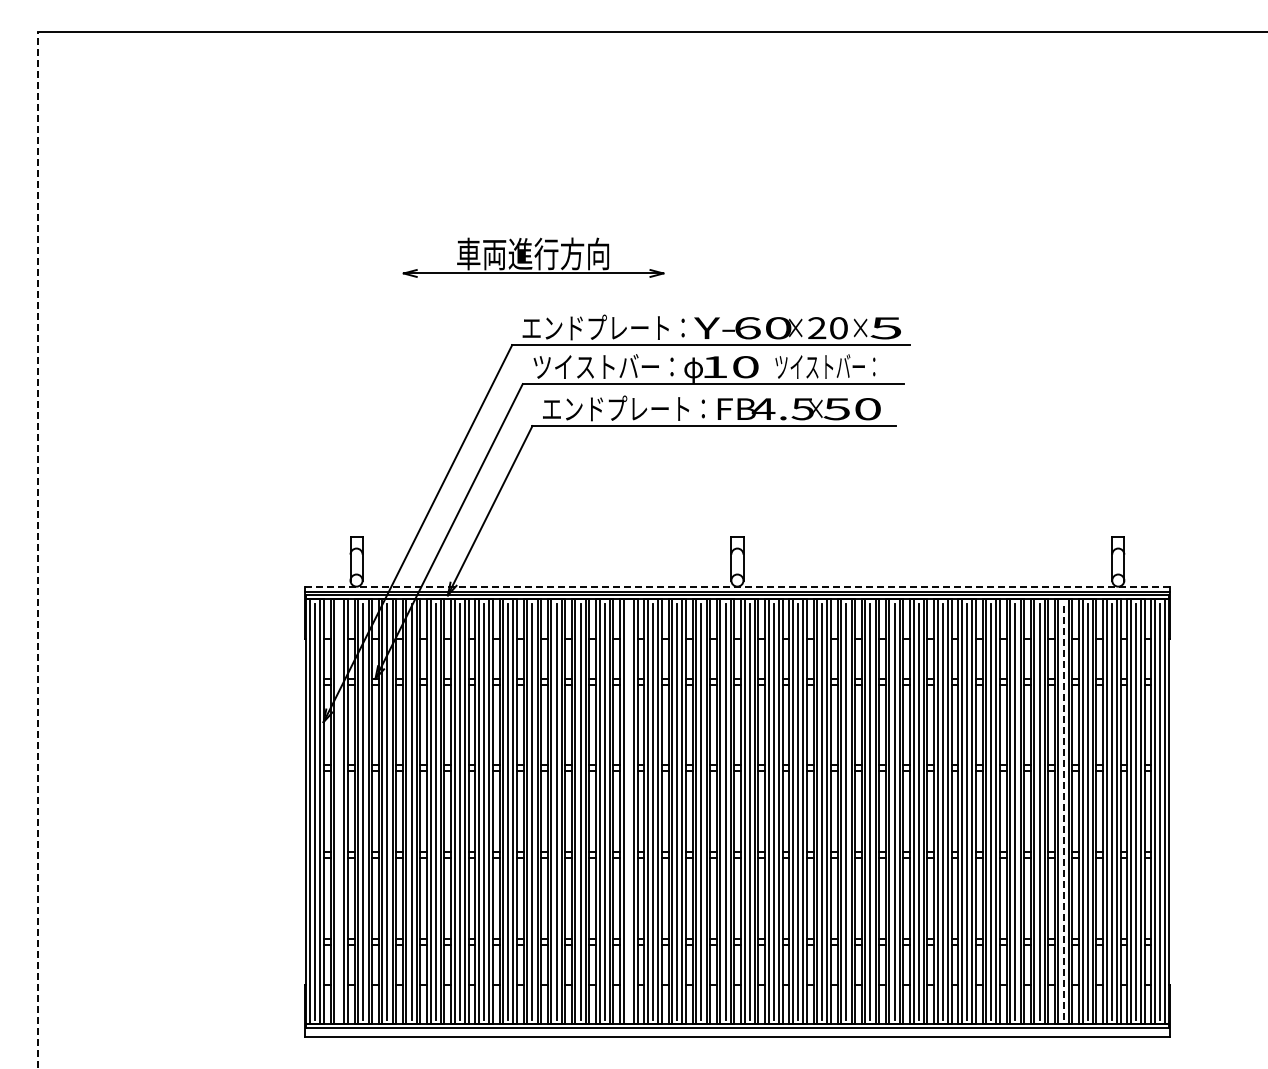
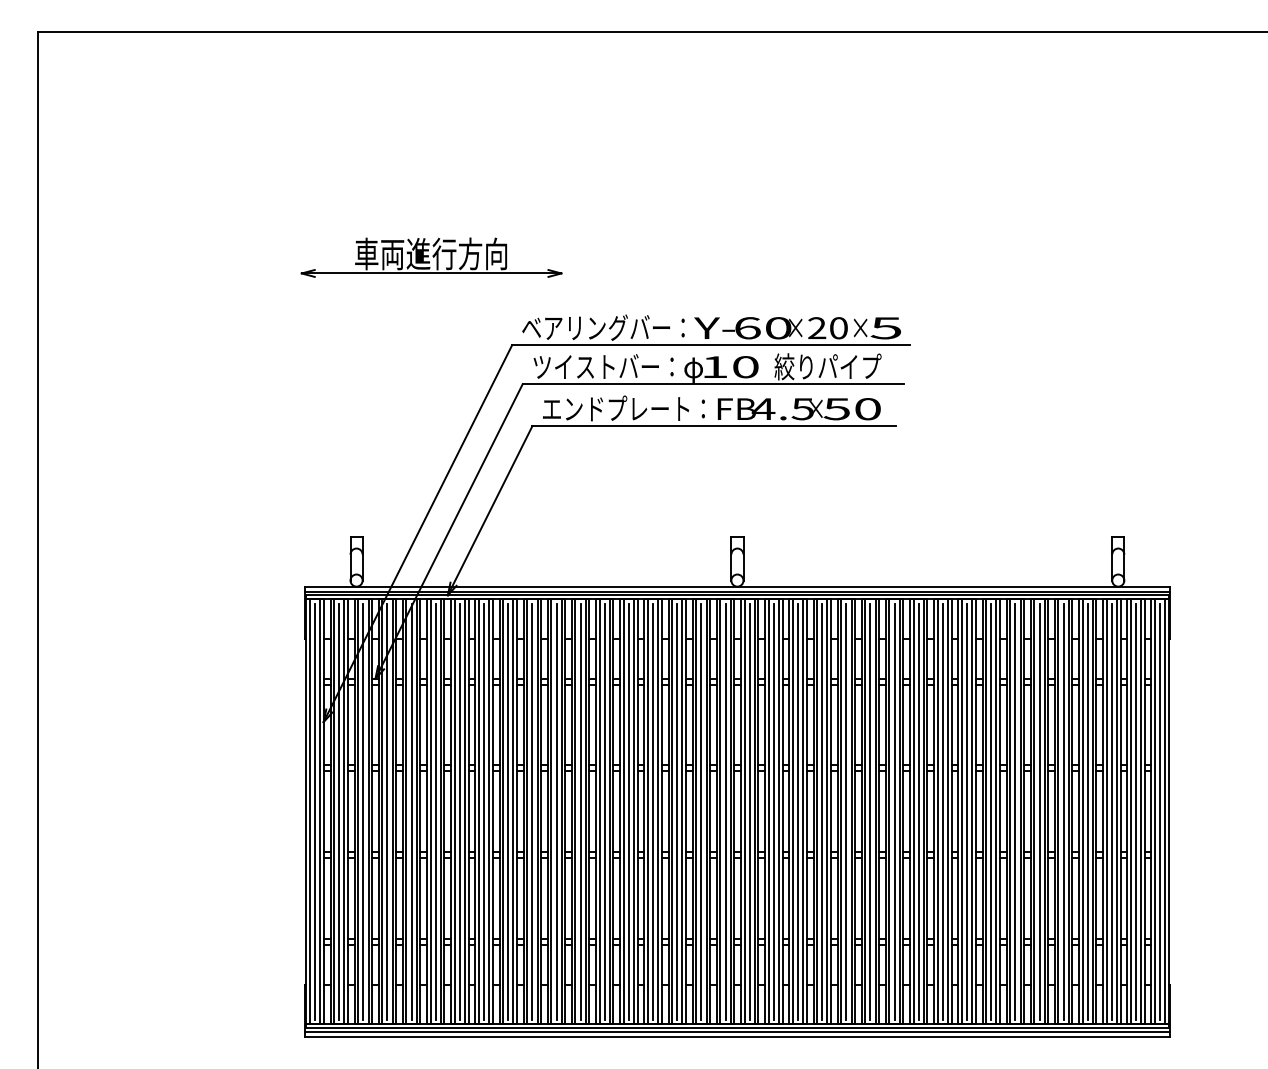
part at (533, 257) position: (533, 257) -> (431, 257)
text at (596, 327): エンドプレート： -> ベアリングバー：
text at (827, 366): ツイストバー： -> 絞りパイプ
line at (38, 550): dashed -> solid
line at (737, 586): dashed -> solid
line at (339, 811): none -> present
line at (628, 811): none -> present
line at (1063, 811): dashed -> solid
line at (737, 1031): none -> present
